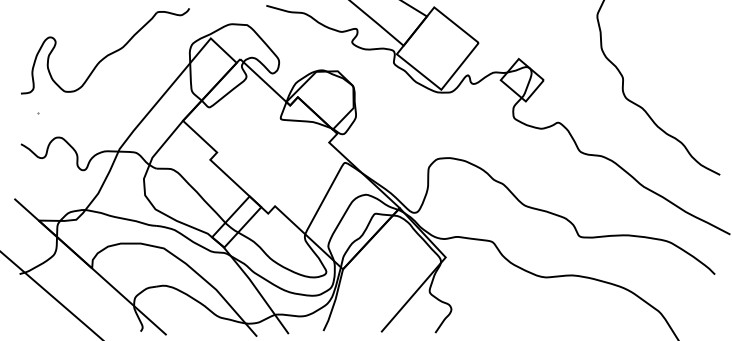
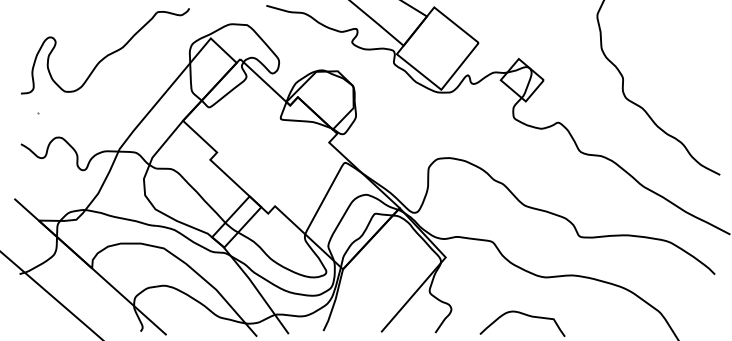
curve at (524, 315): none -> present
